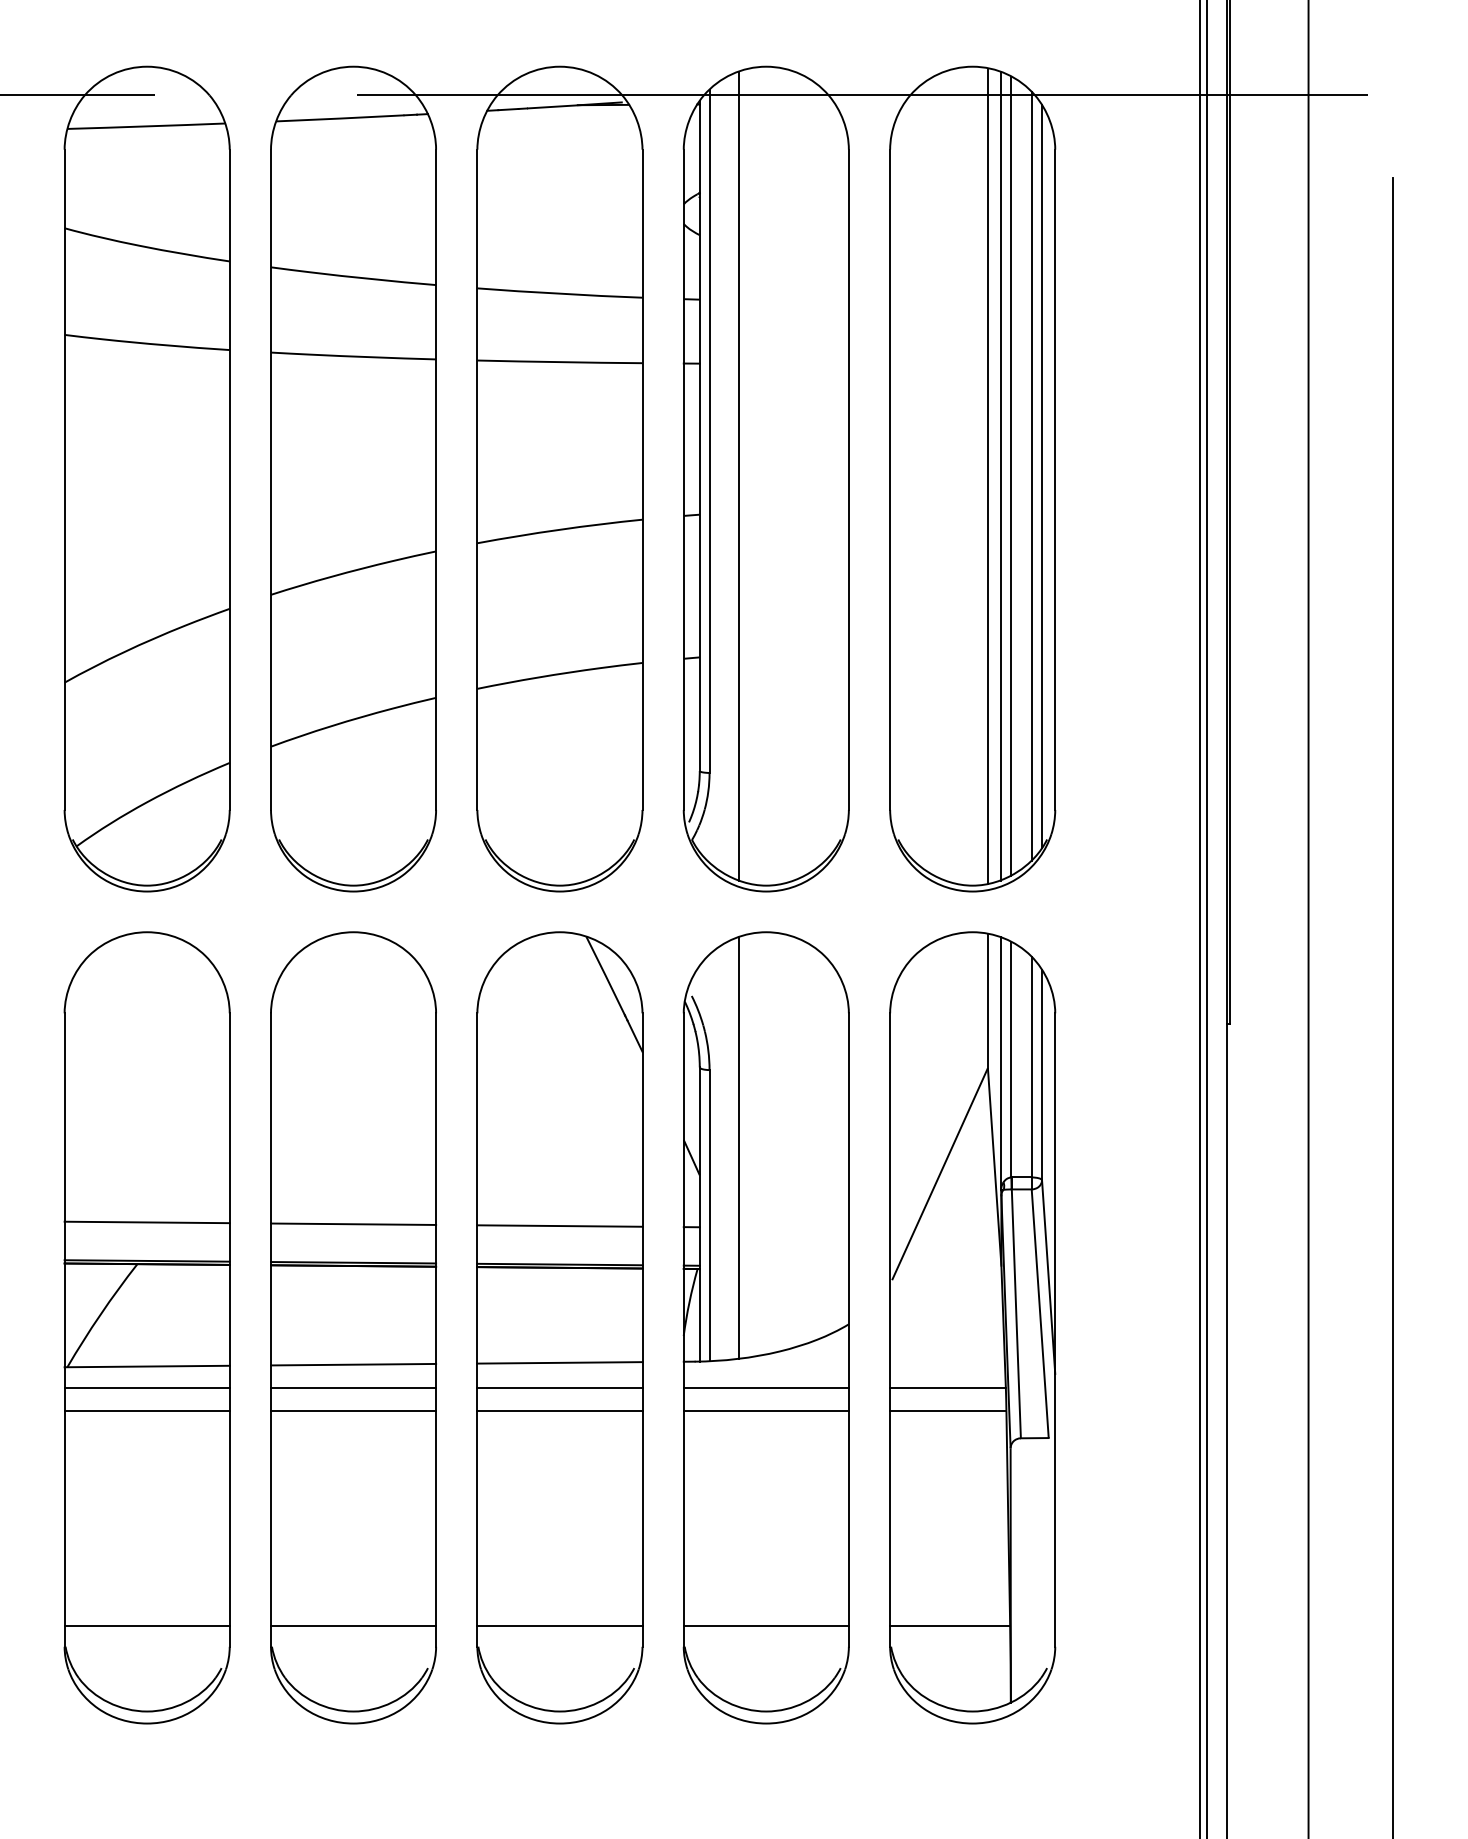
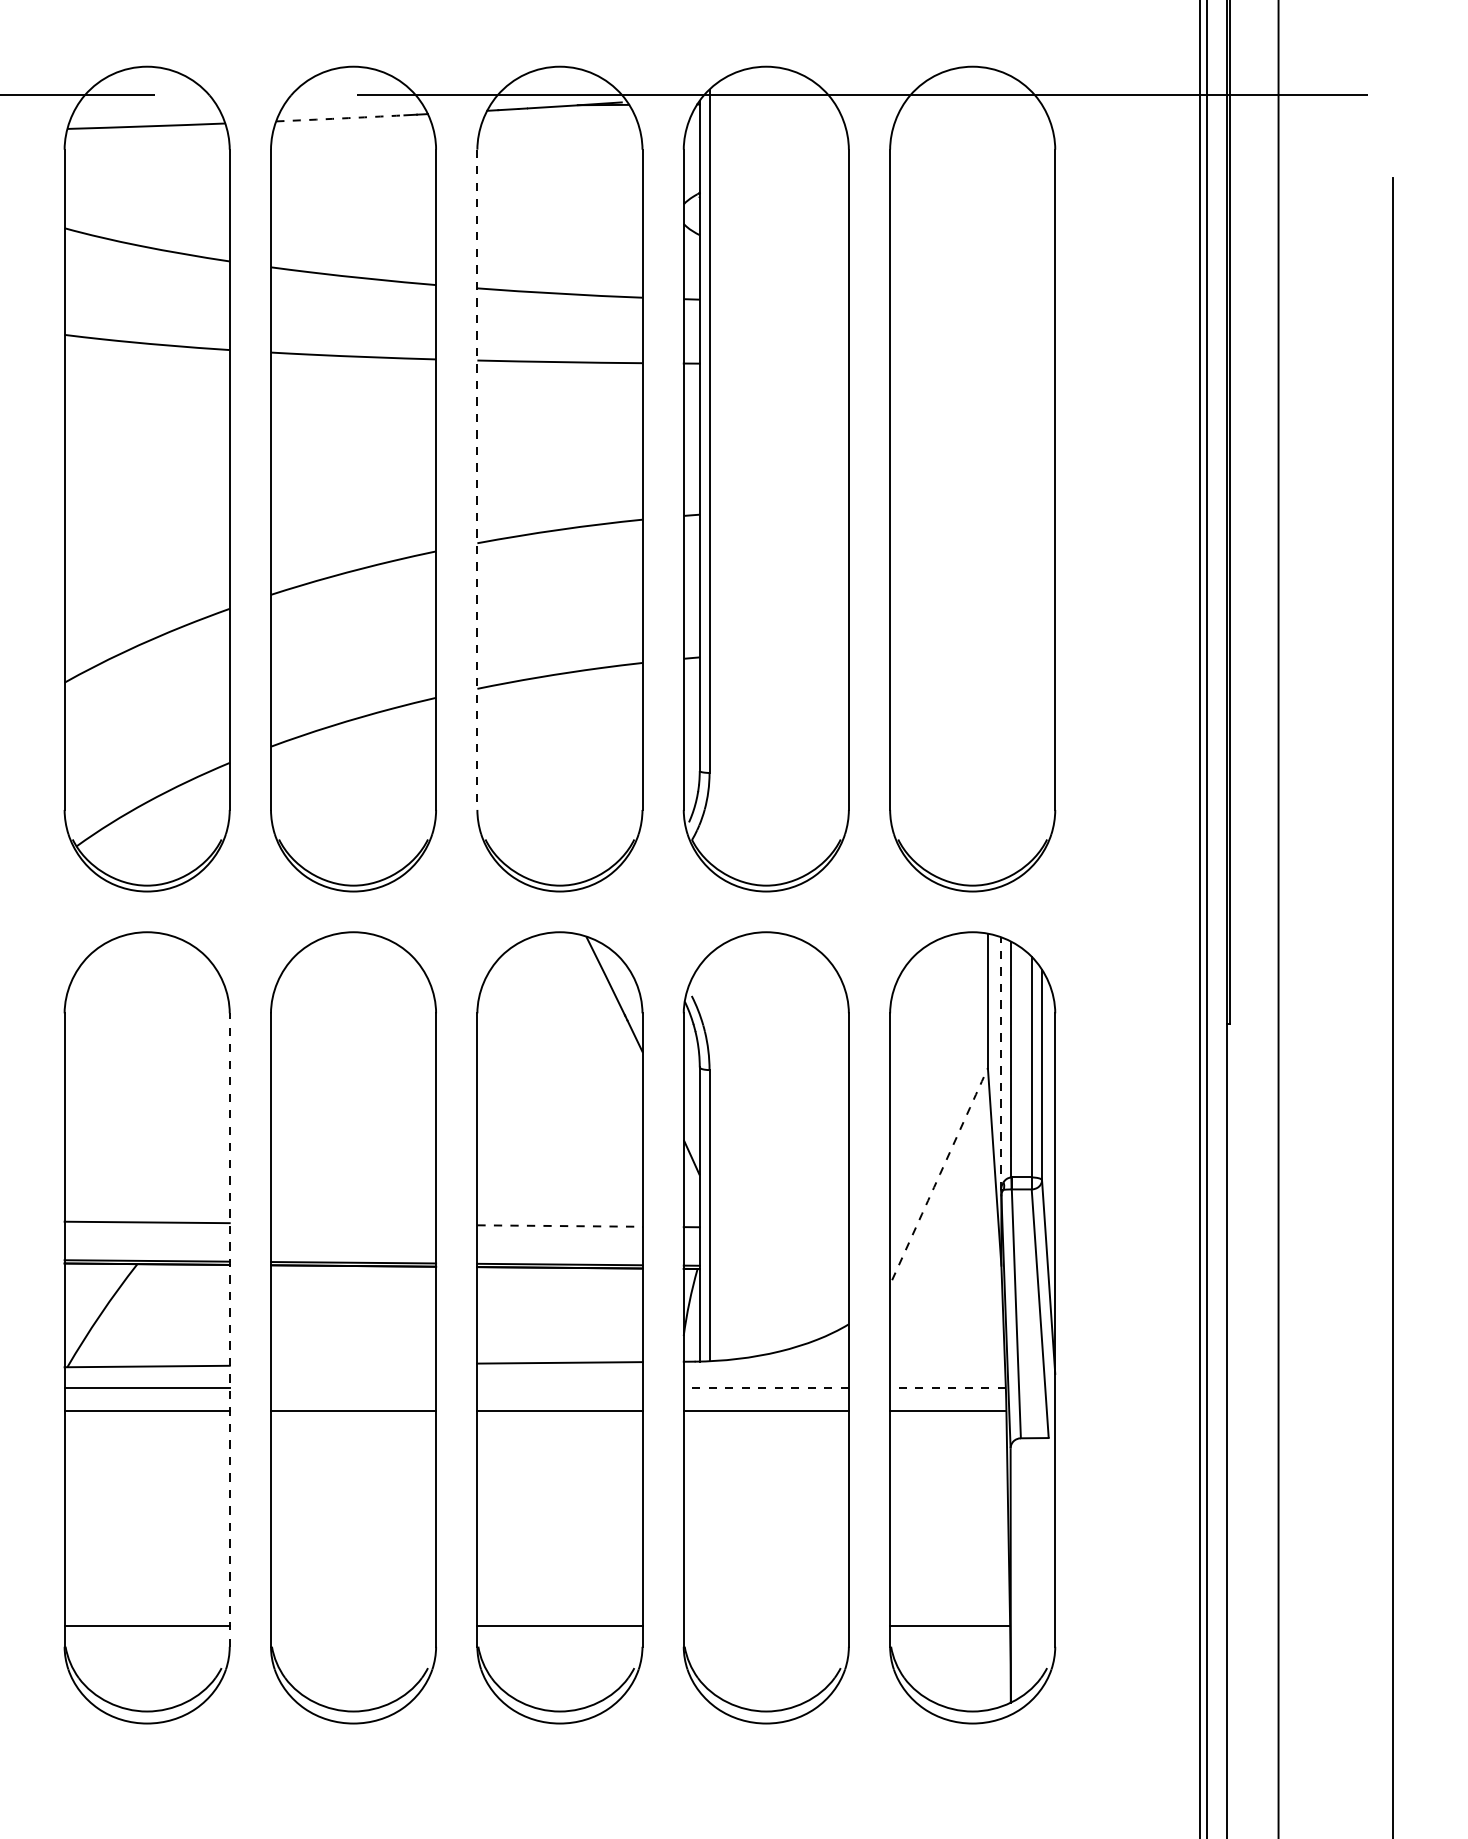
arc at (340, 118): solid -> dashed
line at (739, 475): present -> none
line at (1011, 475): present -> none
line at (987, 476): present -> none
line at (1001, 476): present -> none
line at (1031, 476): present -> none
line at (1042, 476): present -> none
line at (477, 480): solid -> dashed
line at (1308, 918) position: (1308, 918) -> (1278, 918)
line at (1001, 1063): solid -> dashed
line at (739, 1147): present -> none
arc at (940, 1174): solid -> dashed
line at (353, 1223): present -> none
line at (559, 1226): solid -> dashed
line at (229, 1330): solid -> dashed
line at (353, 1364): present -> none
line at (353, 1388): present -> none
line at (559, 1388): present -> none
line at (766, 1388): solid -> dashed
line at (948, 1388): solid -> dashed
line at (353, 1626): present -> none
line at (765, 1626): present -> none
